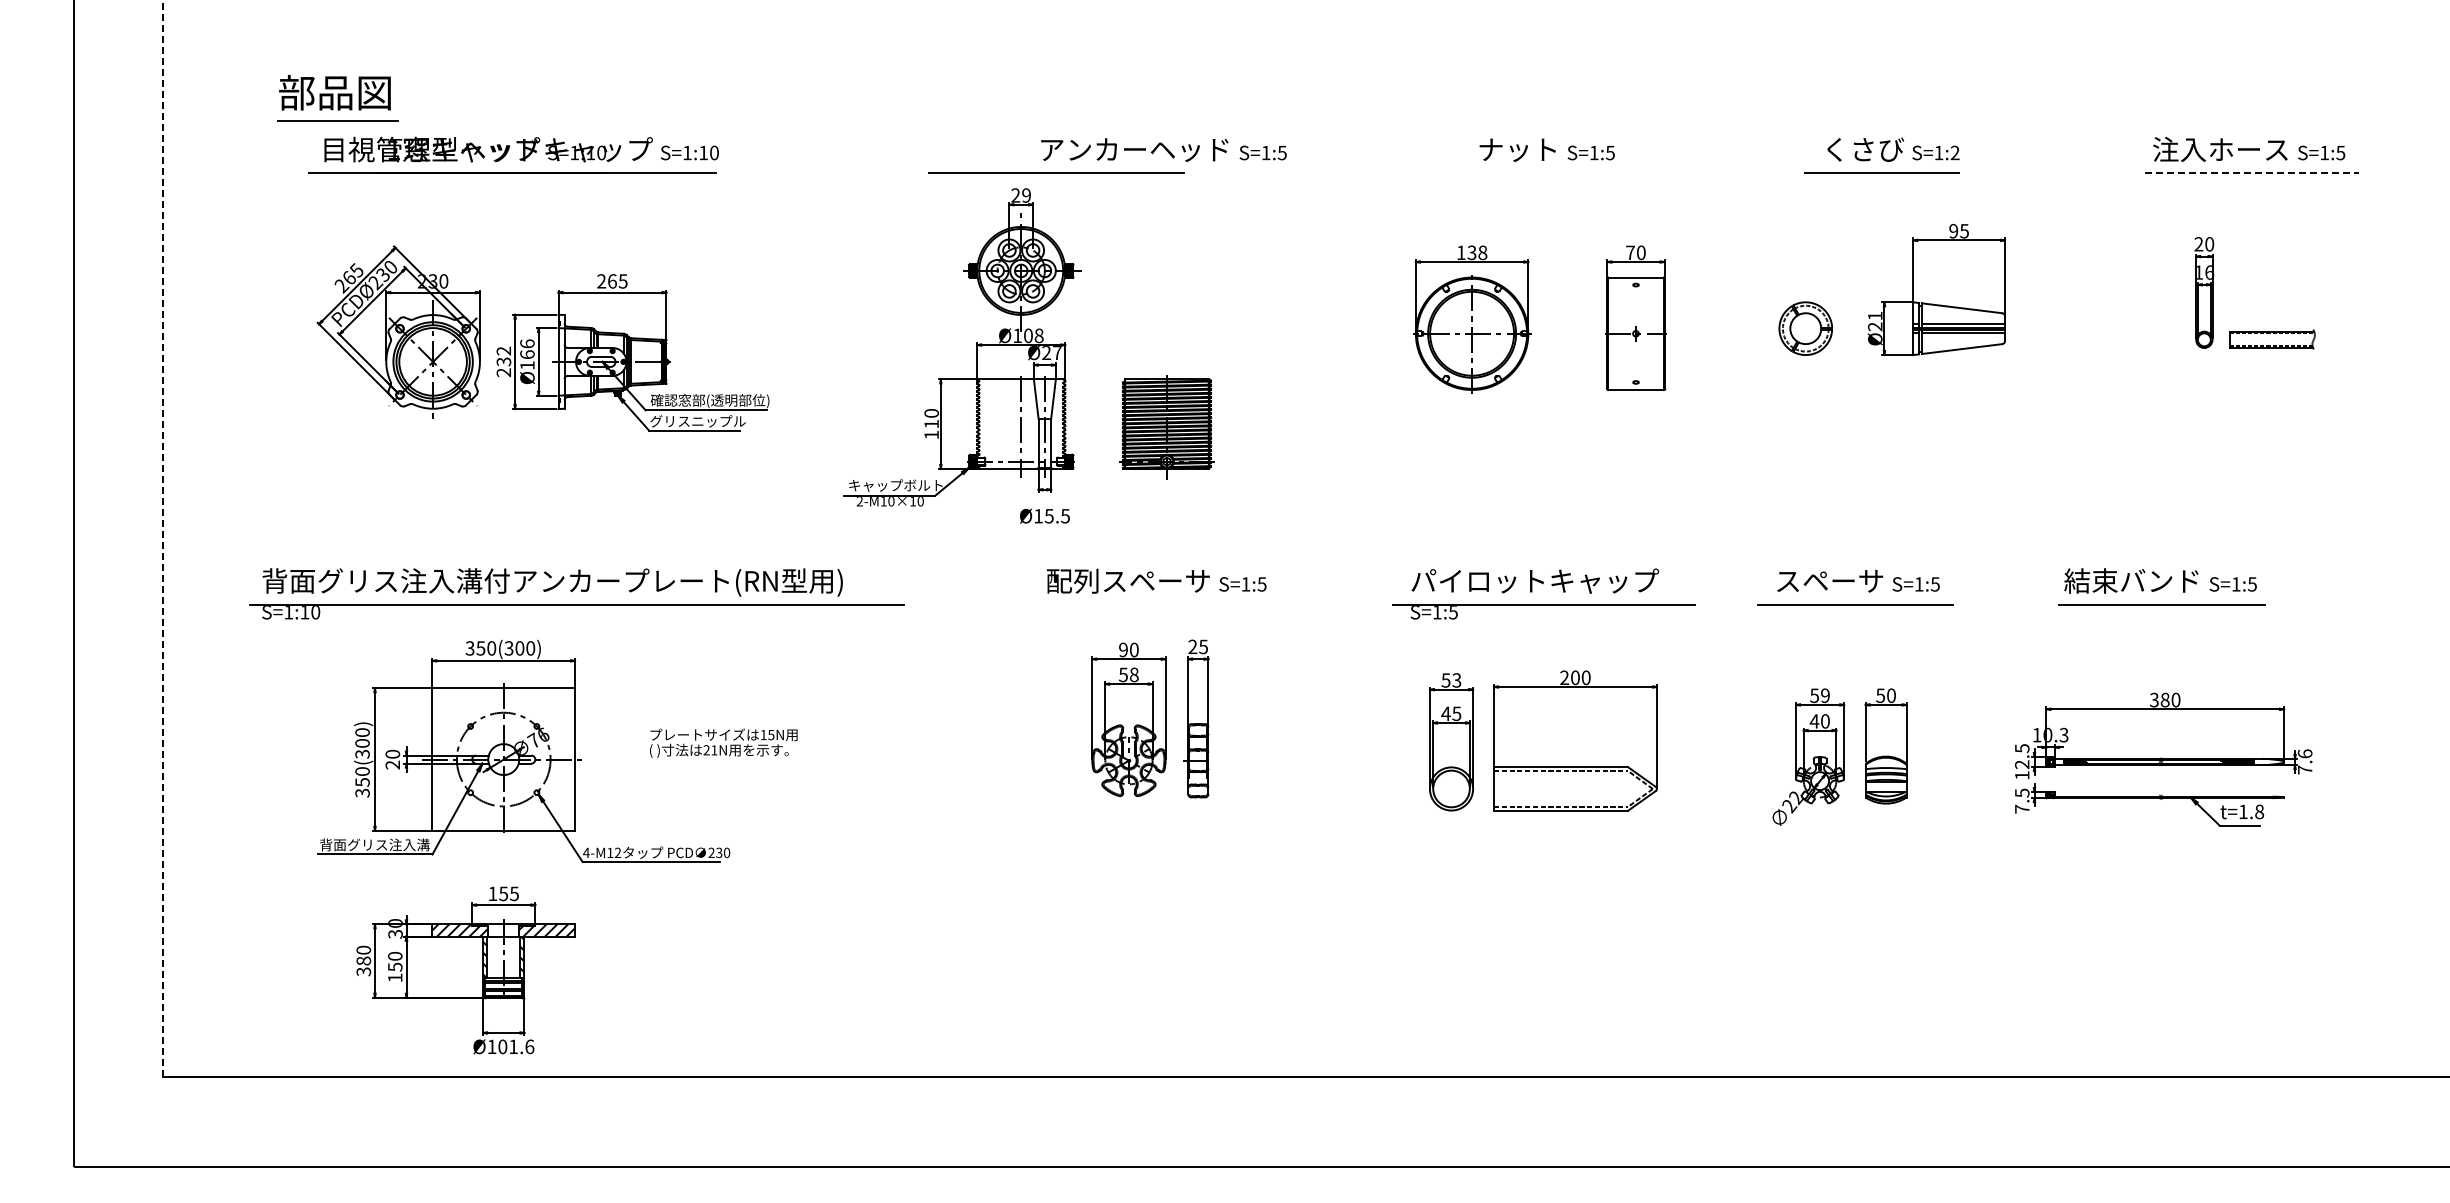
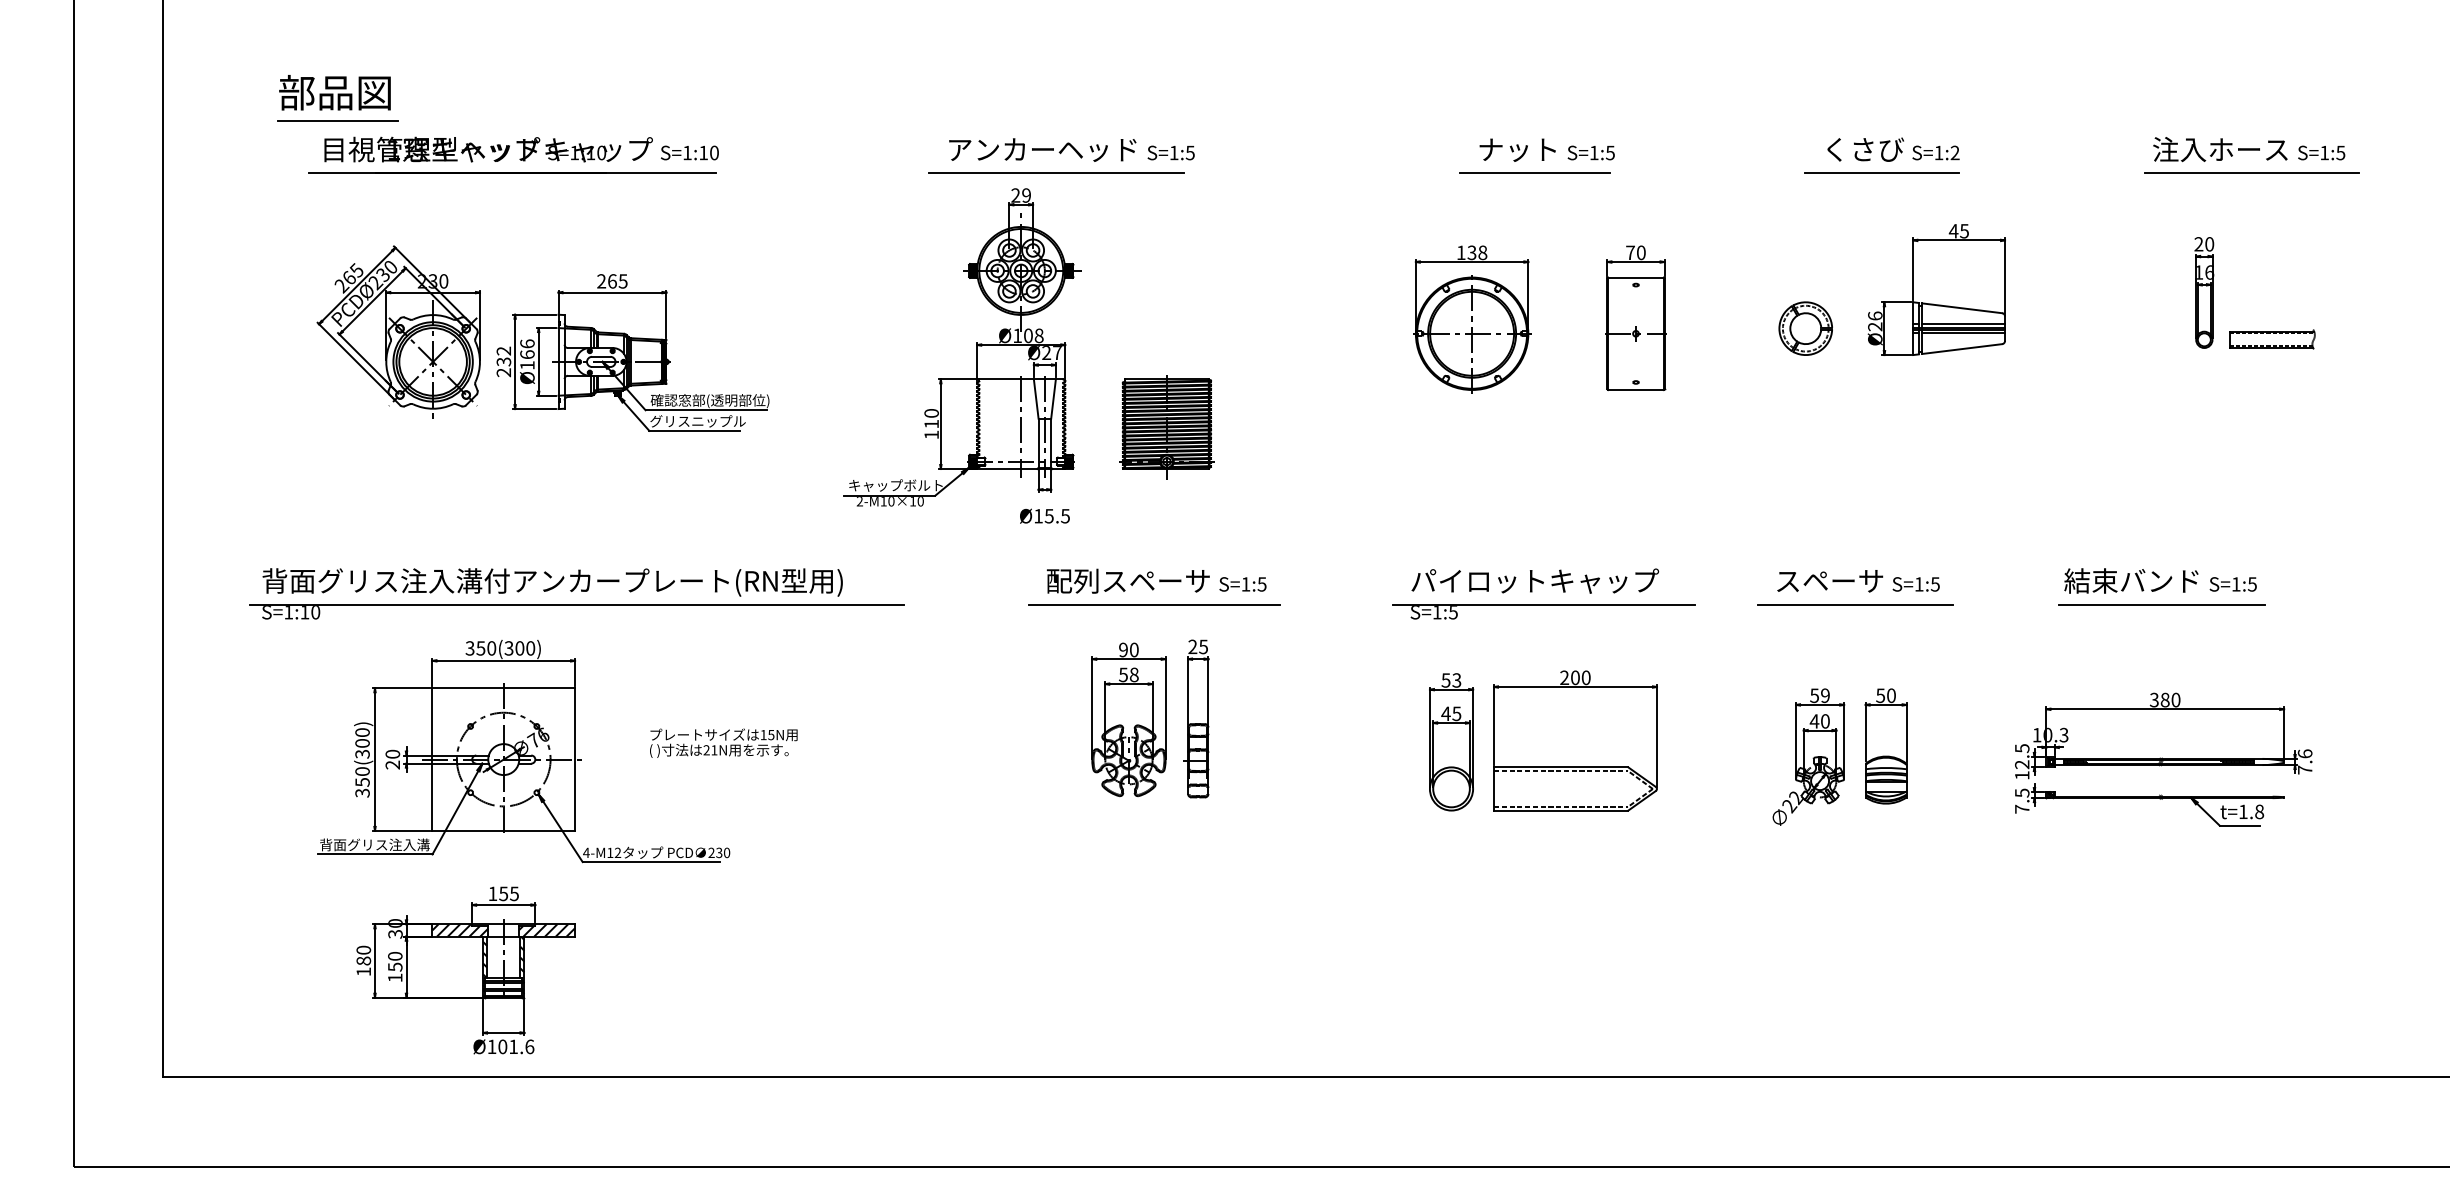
text at (1163, 149) position: (1163, 149) -> (1071, 149)
line at (1534, 173): none -> present
line at (2252, 173): dashed -> solid
text at (1953, 231): 95 -> 45
text at (1875, 315): Ø21 -> Ø26
line at (163, 538): dashed -> solid
line at (1154, 604): none -> present
text at (363, 971): 380 -> 180
